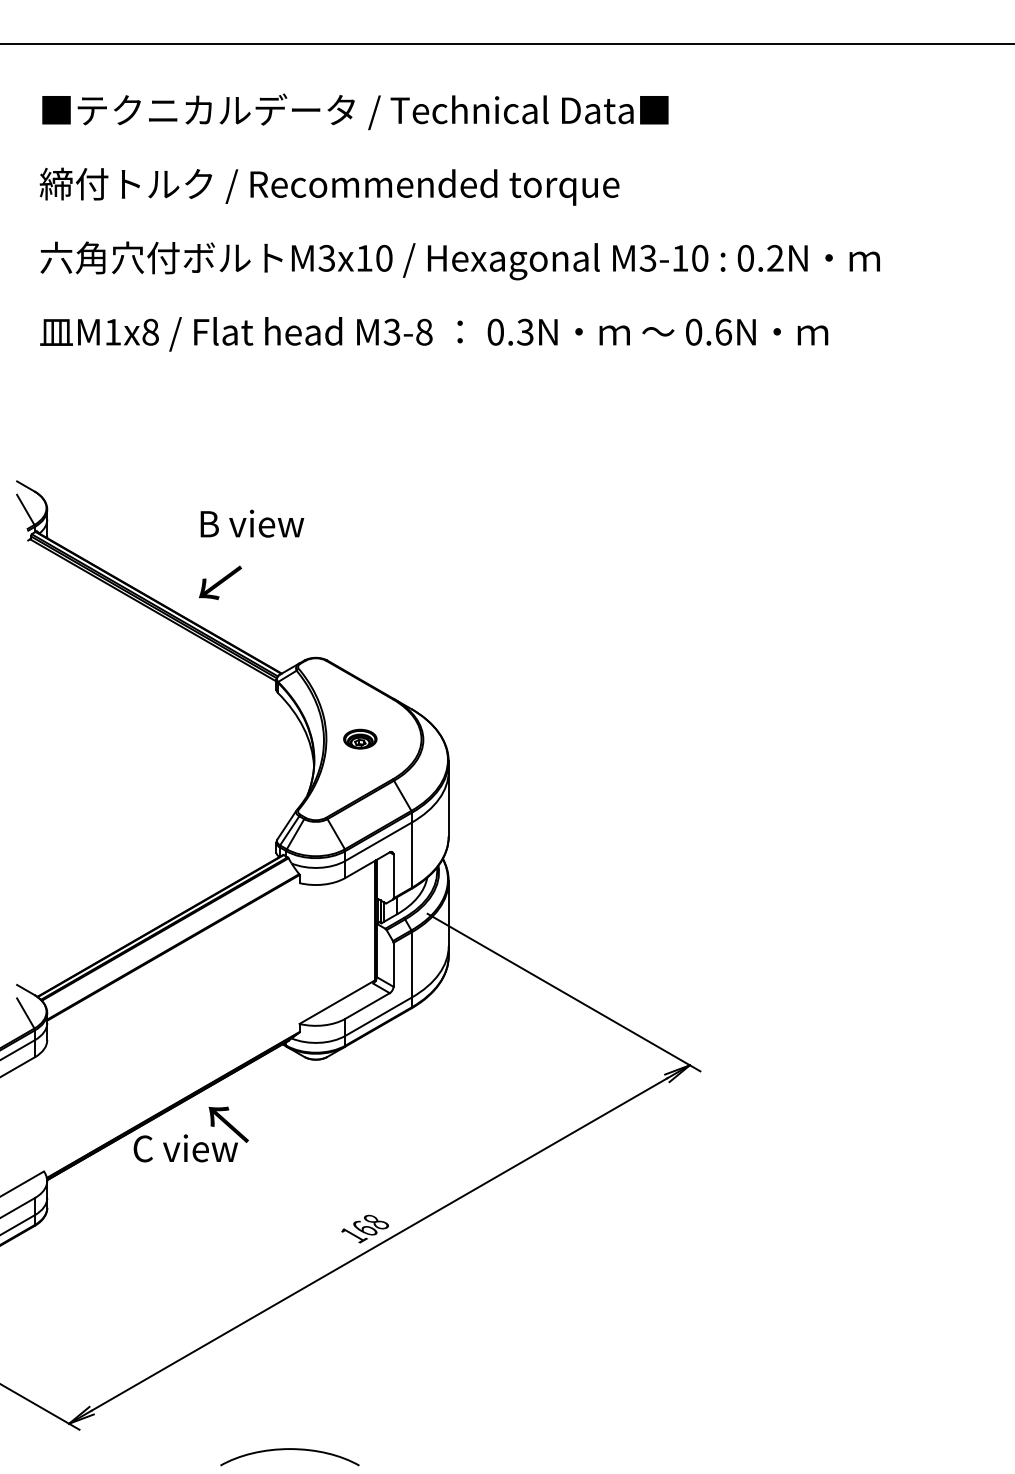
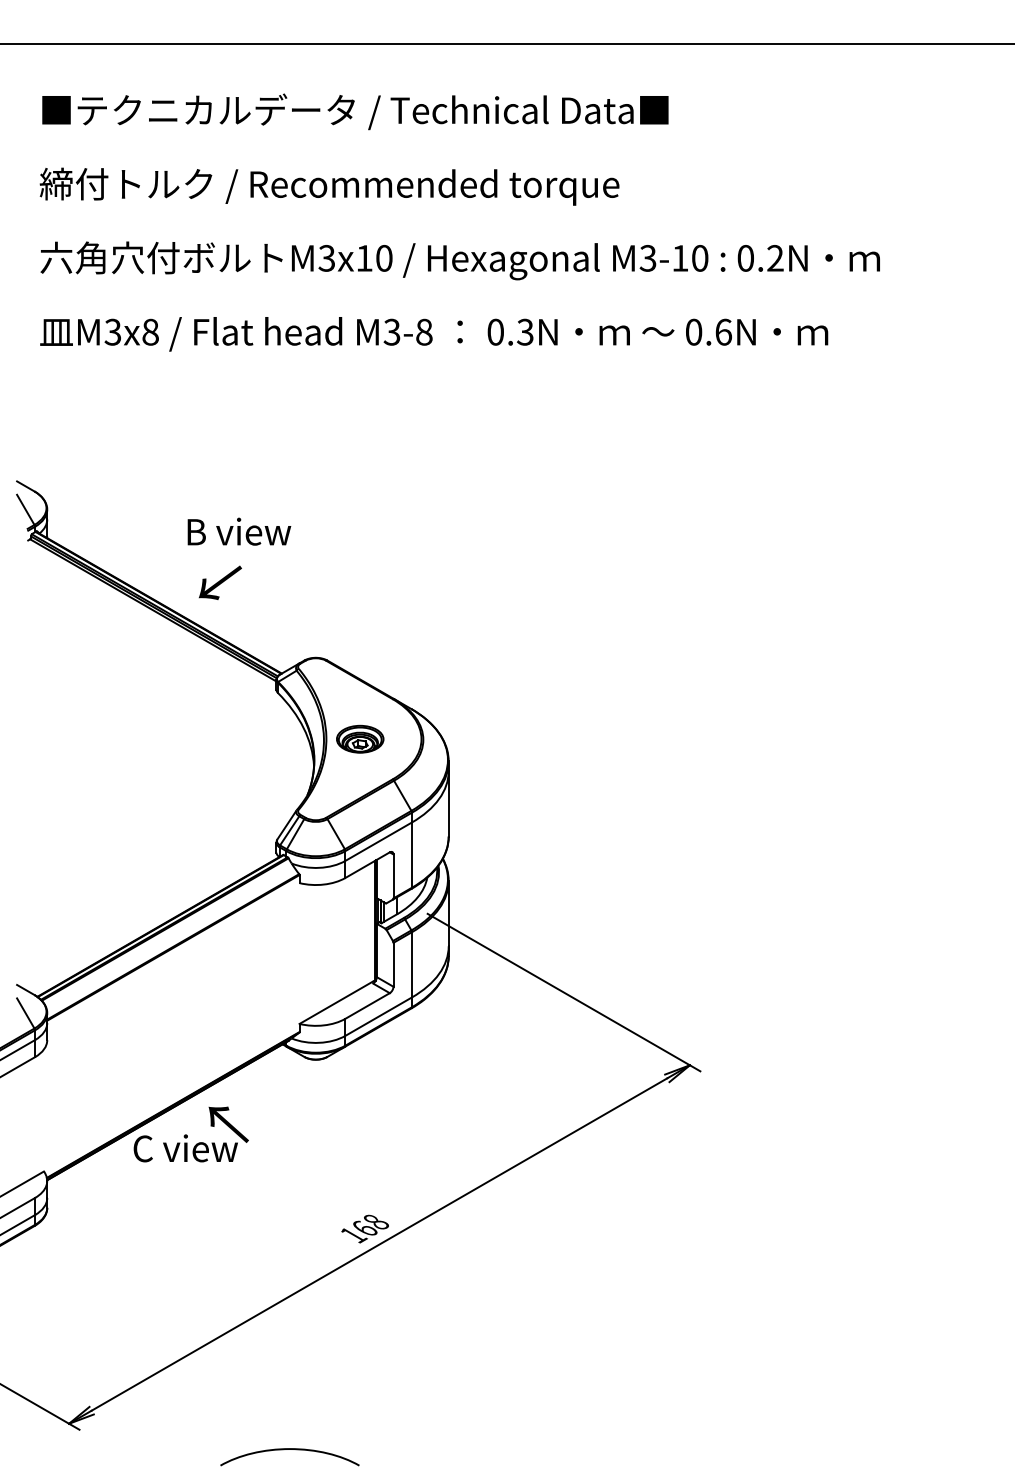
text at (112, 331): M1x8 -> M3x8
text at (252, 523) position: (252, 523) -> (239, 531)
part at (360, 738) size: 35x22 px -> 49x30 px
